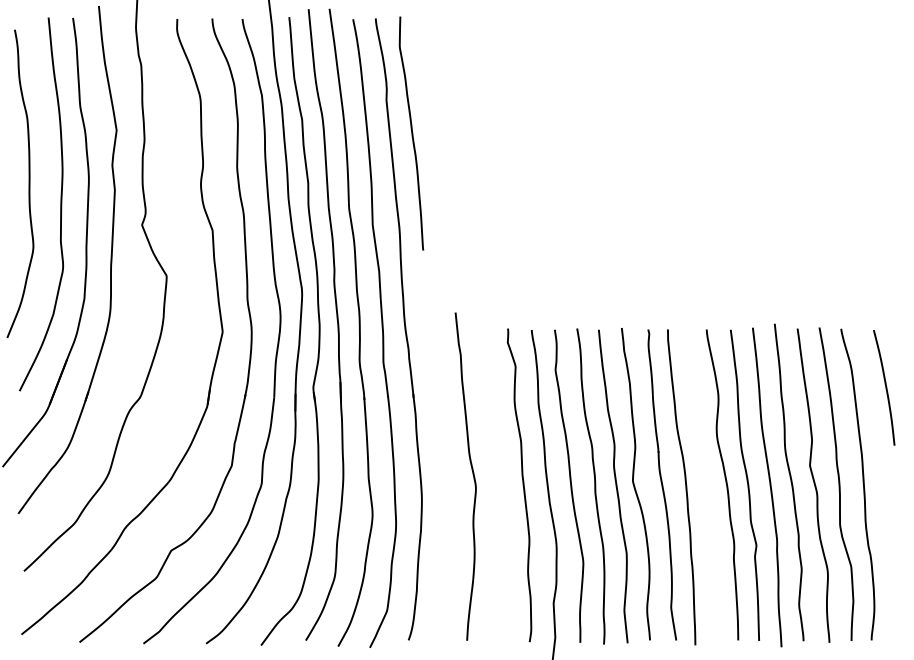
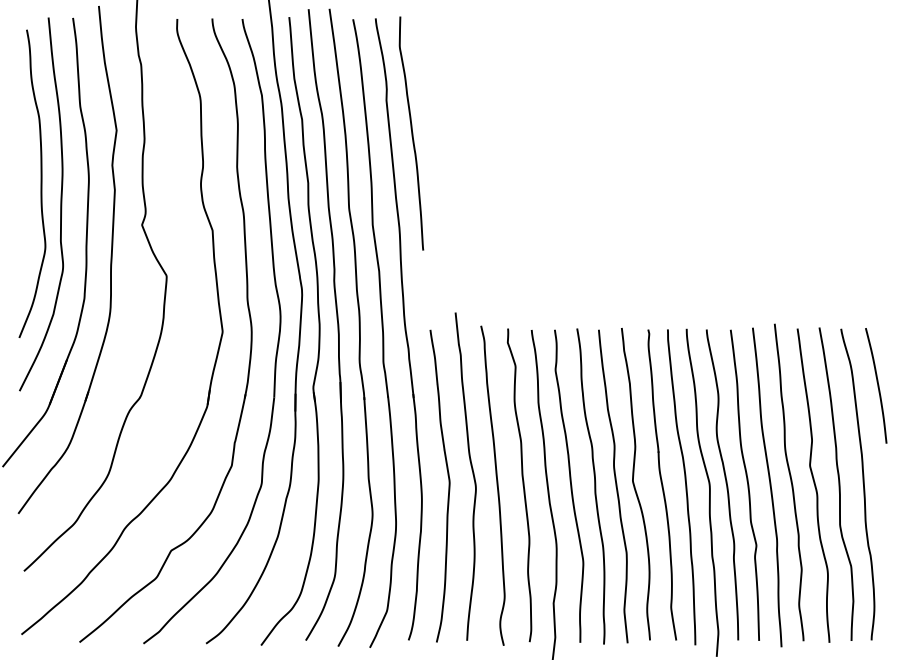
curve at (28, 183) position: (28, 183) -> (40, 183)
curve at (885, 387) position: (885, 387) -> (877, 385)
curve at (448, 485): none -> present
curve at (496, 485): none -> present
curve at (709, 492): none -> present
